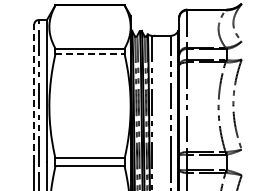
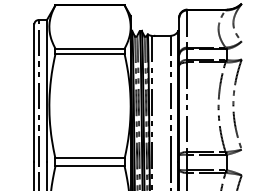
line at (90, 54): dashed -> solid
line at (34, 92): dashed -> solid
